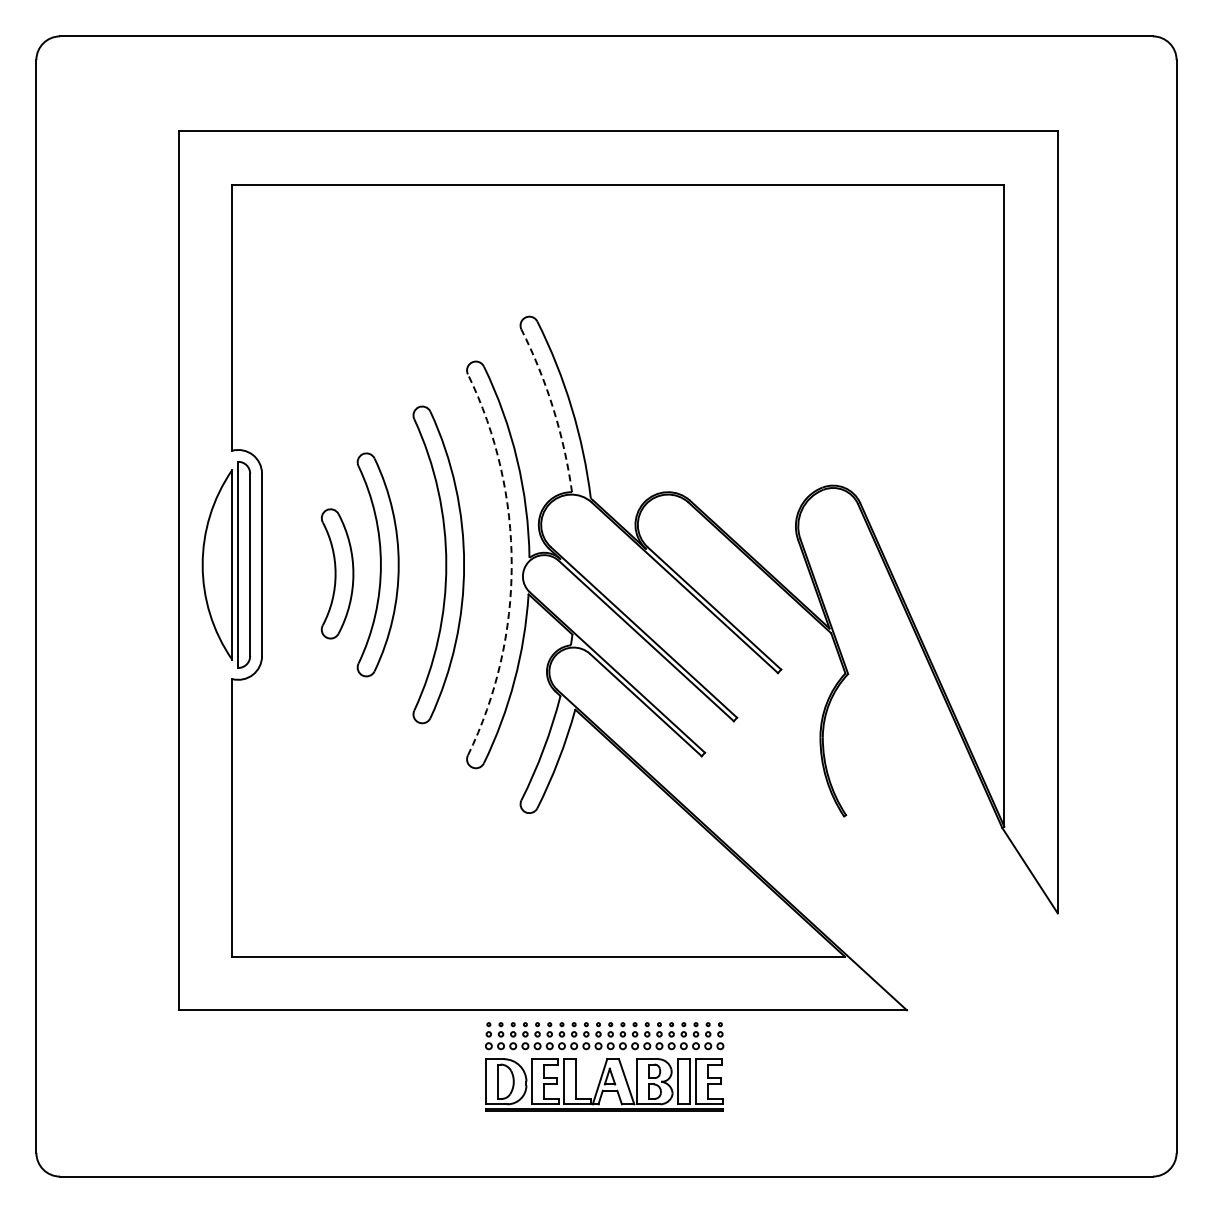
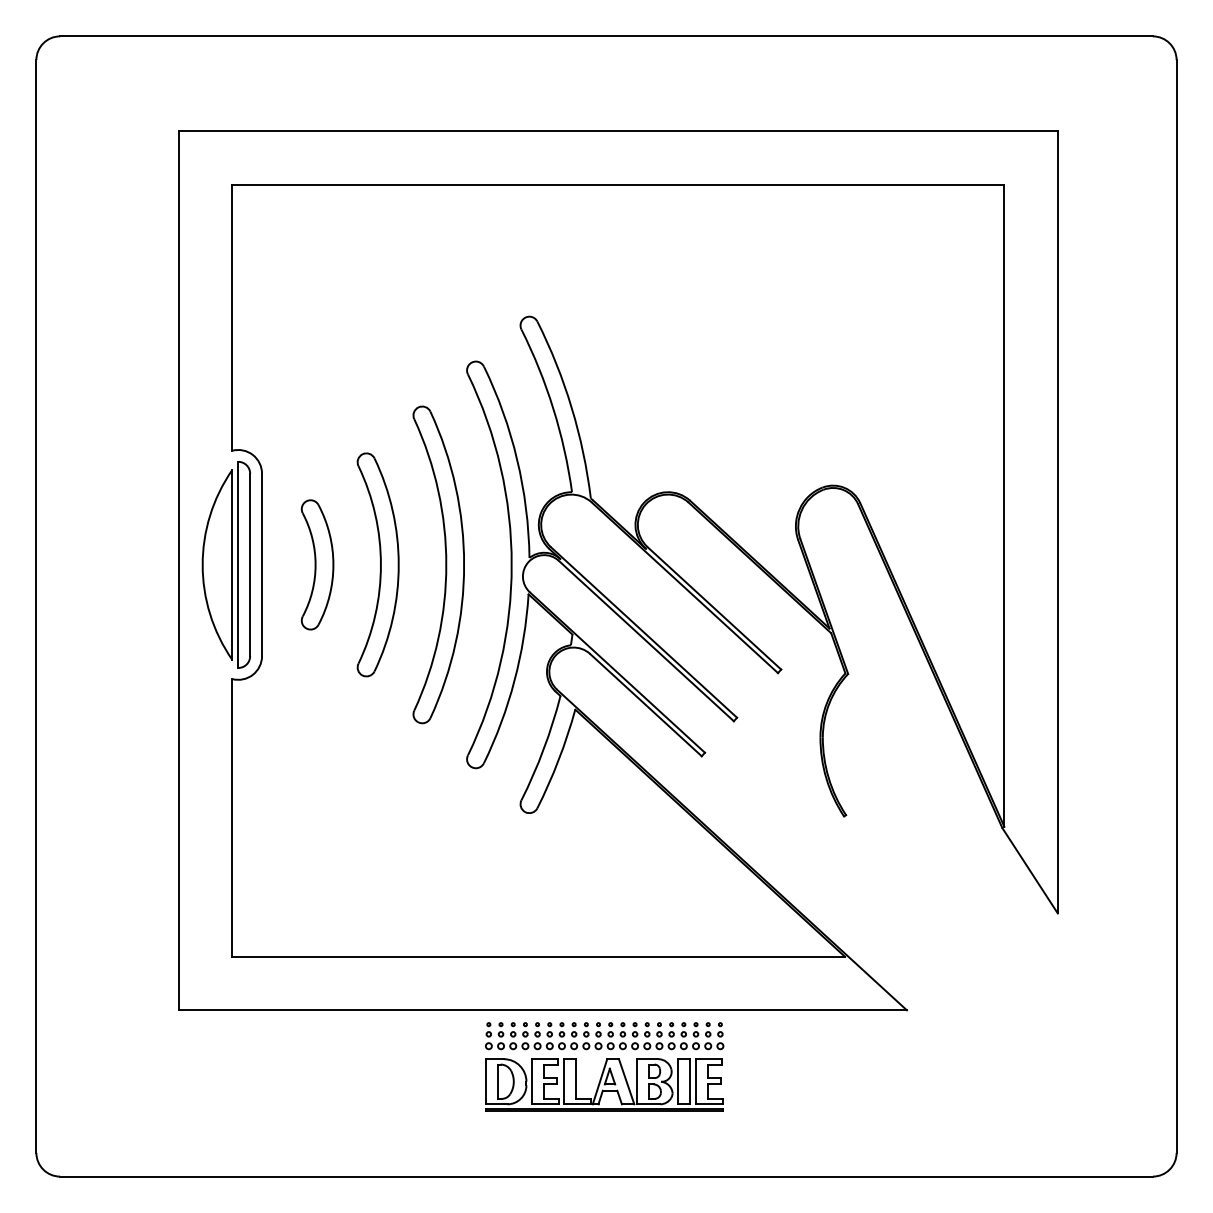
arc at (553, 408): dashed -> solid
arc at (511, 564): dashed -> solid
part at (337, 573) position: (337, 573) -> (317, 564)
